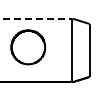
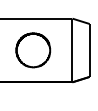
line at (36, 18): dashed -> solid
part at (28, 47) position: (28, 47) -> (33, 50)
